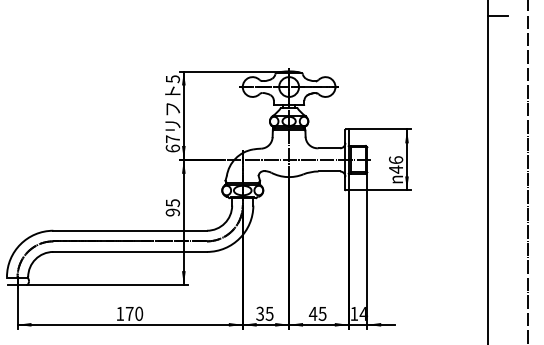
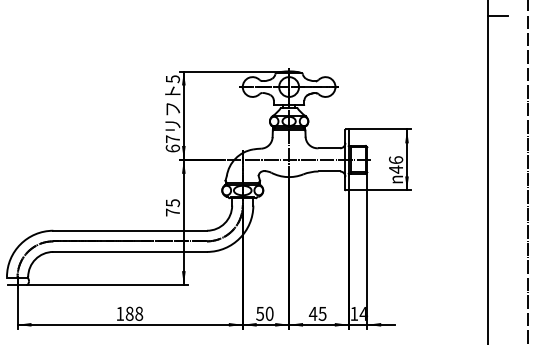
text at (172, 212): 95 -> 75
text at (134, 313): 170 -> 188
text at (264, 313): 35 -> 50
